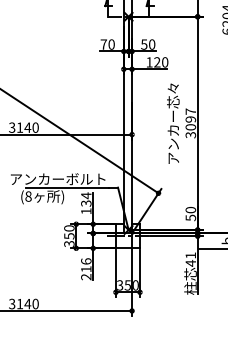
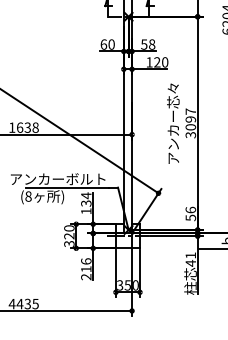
text at (103, 44): 70 -> 60
text at (152, 44): 50 -> 58
text at (23, 127): 3140 -> 1638
text at (190, 209): 50 -> 56
text at (69, 236): 350 -> 320
text at (23, 303): 3140 -> 4435
